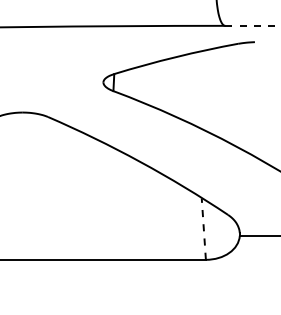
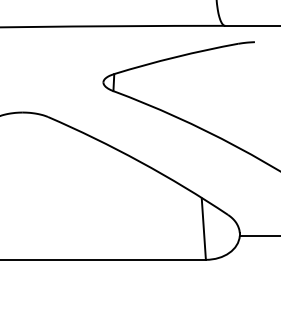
line at (253, 25): dashed -> solid
line at (203, 229): dashed -> solid
